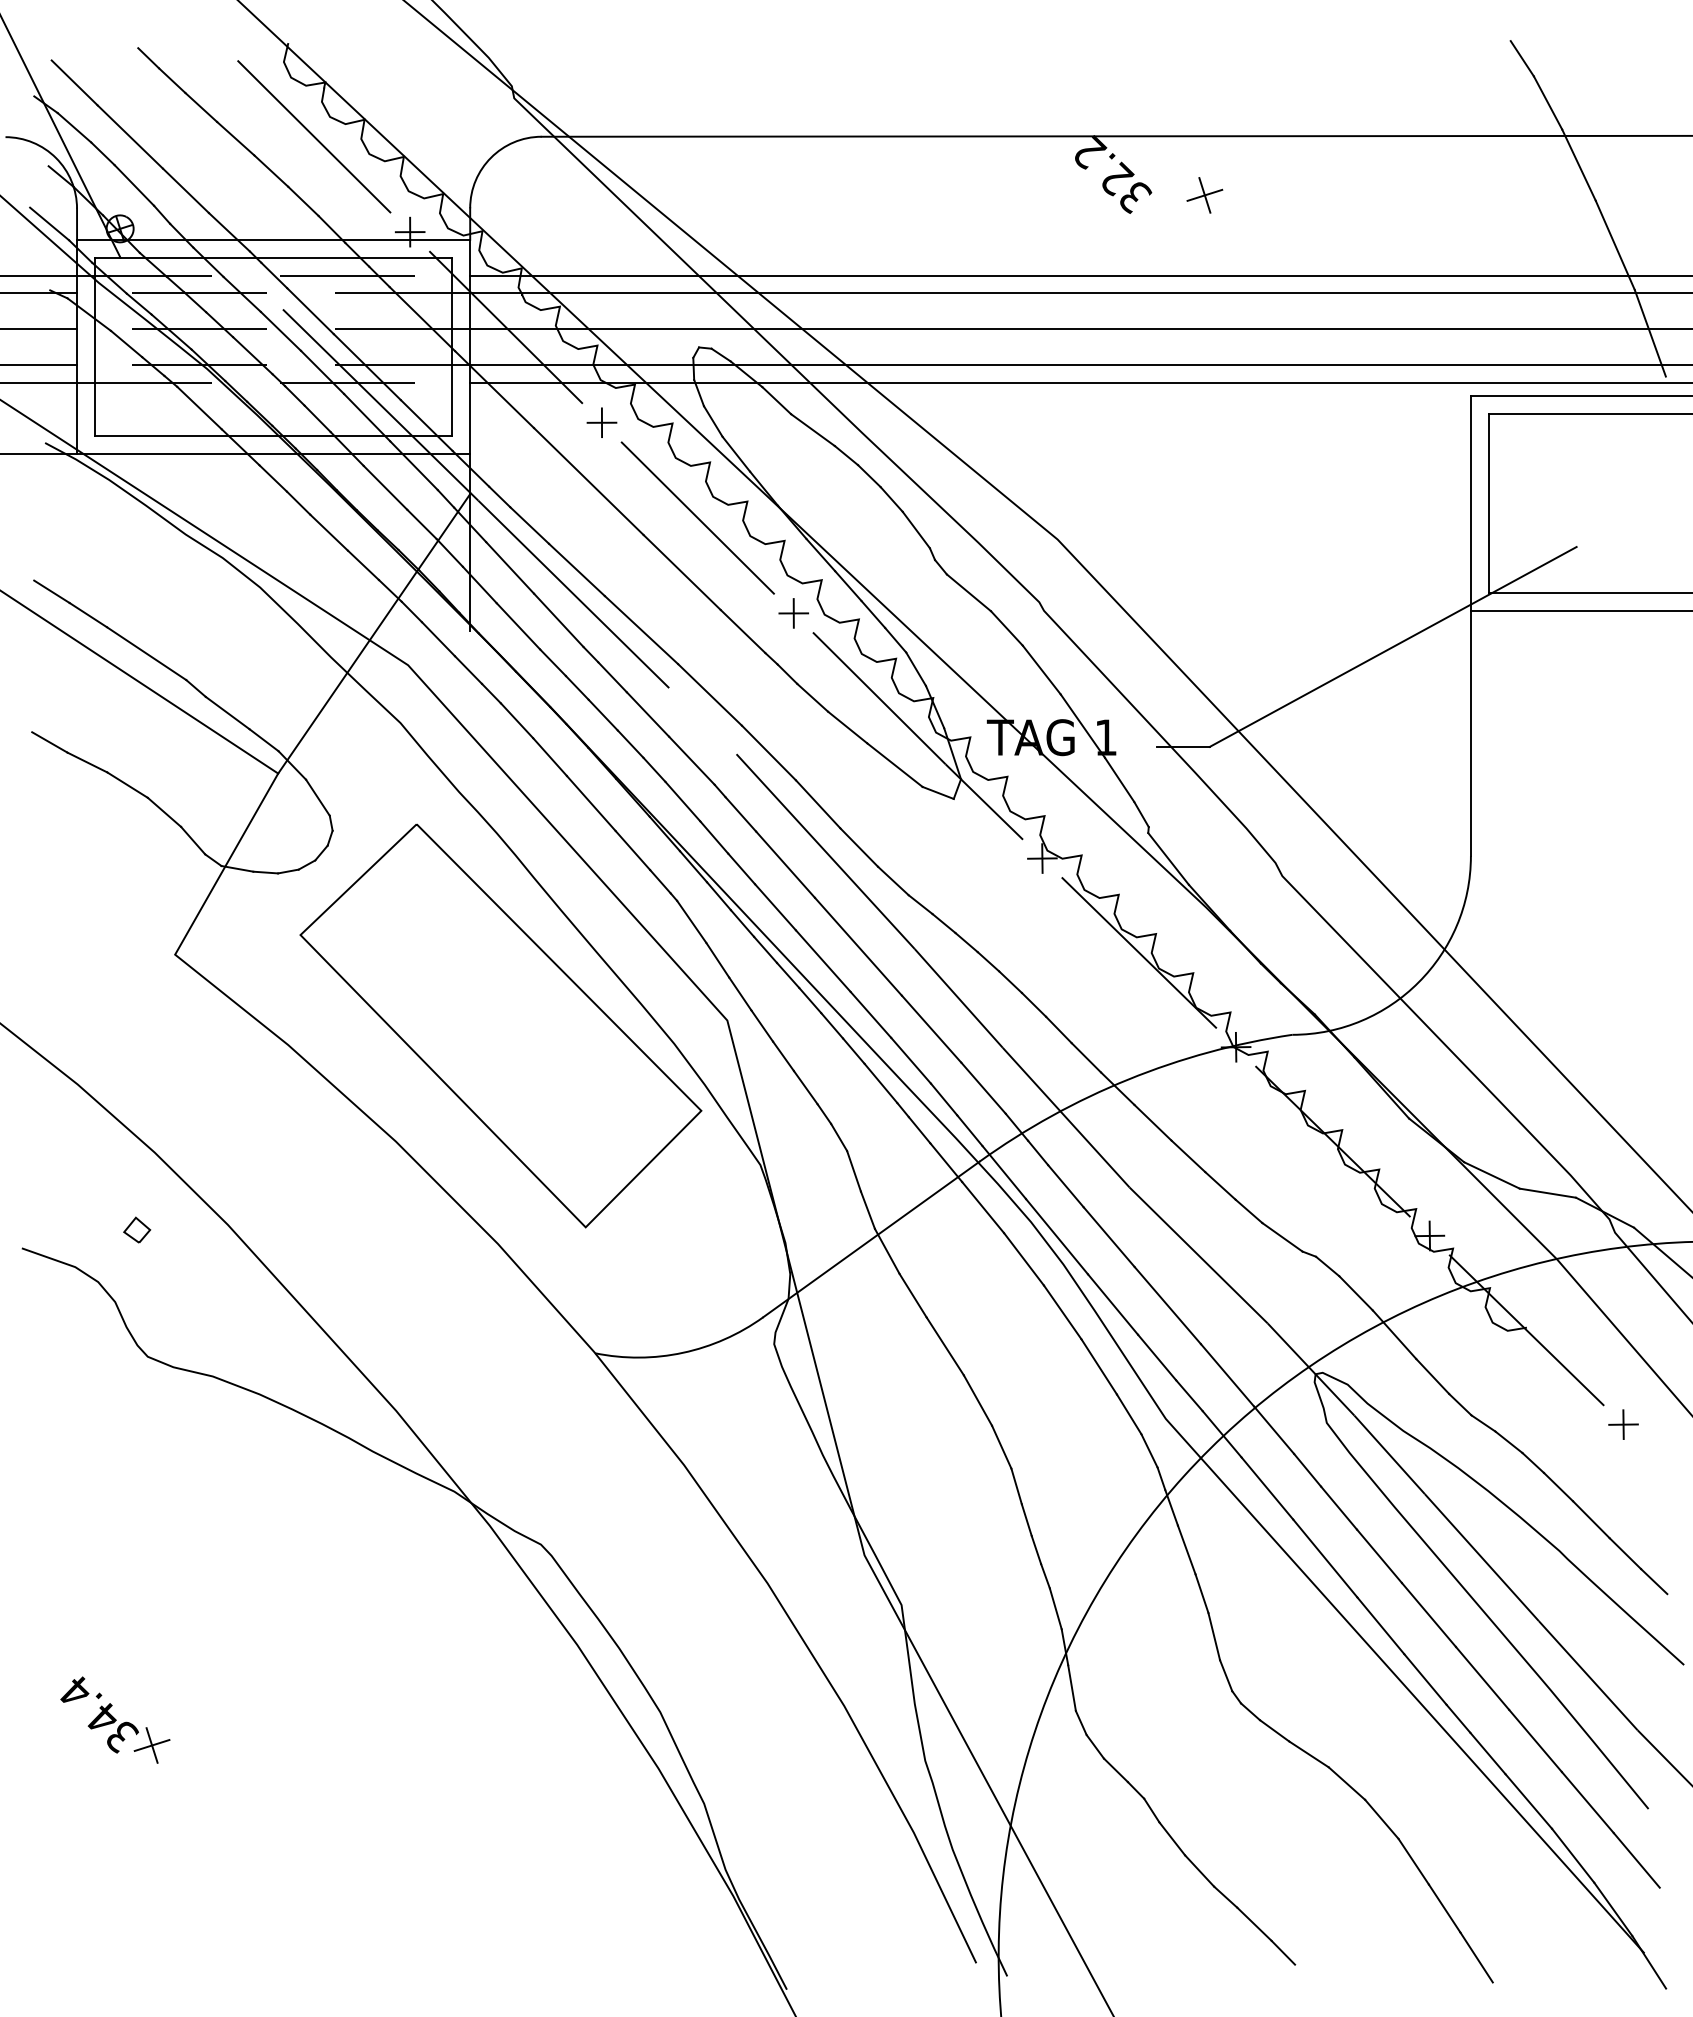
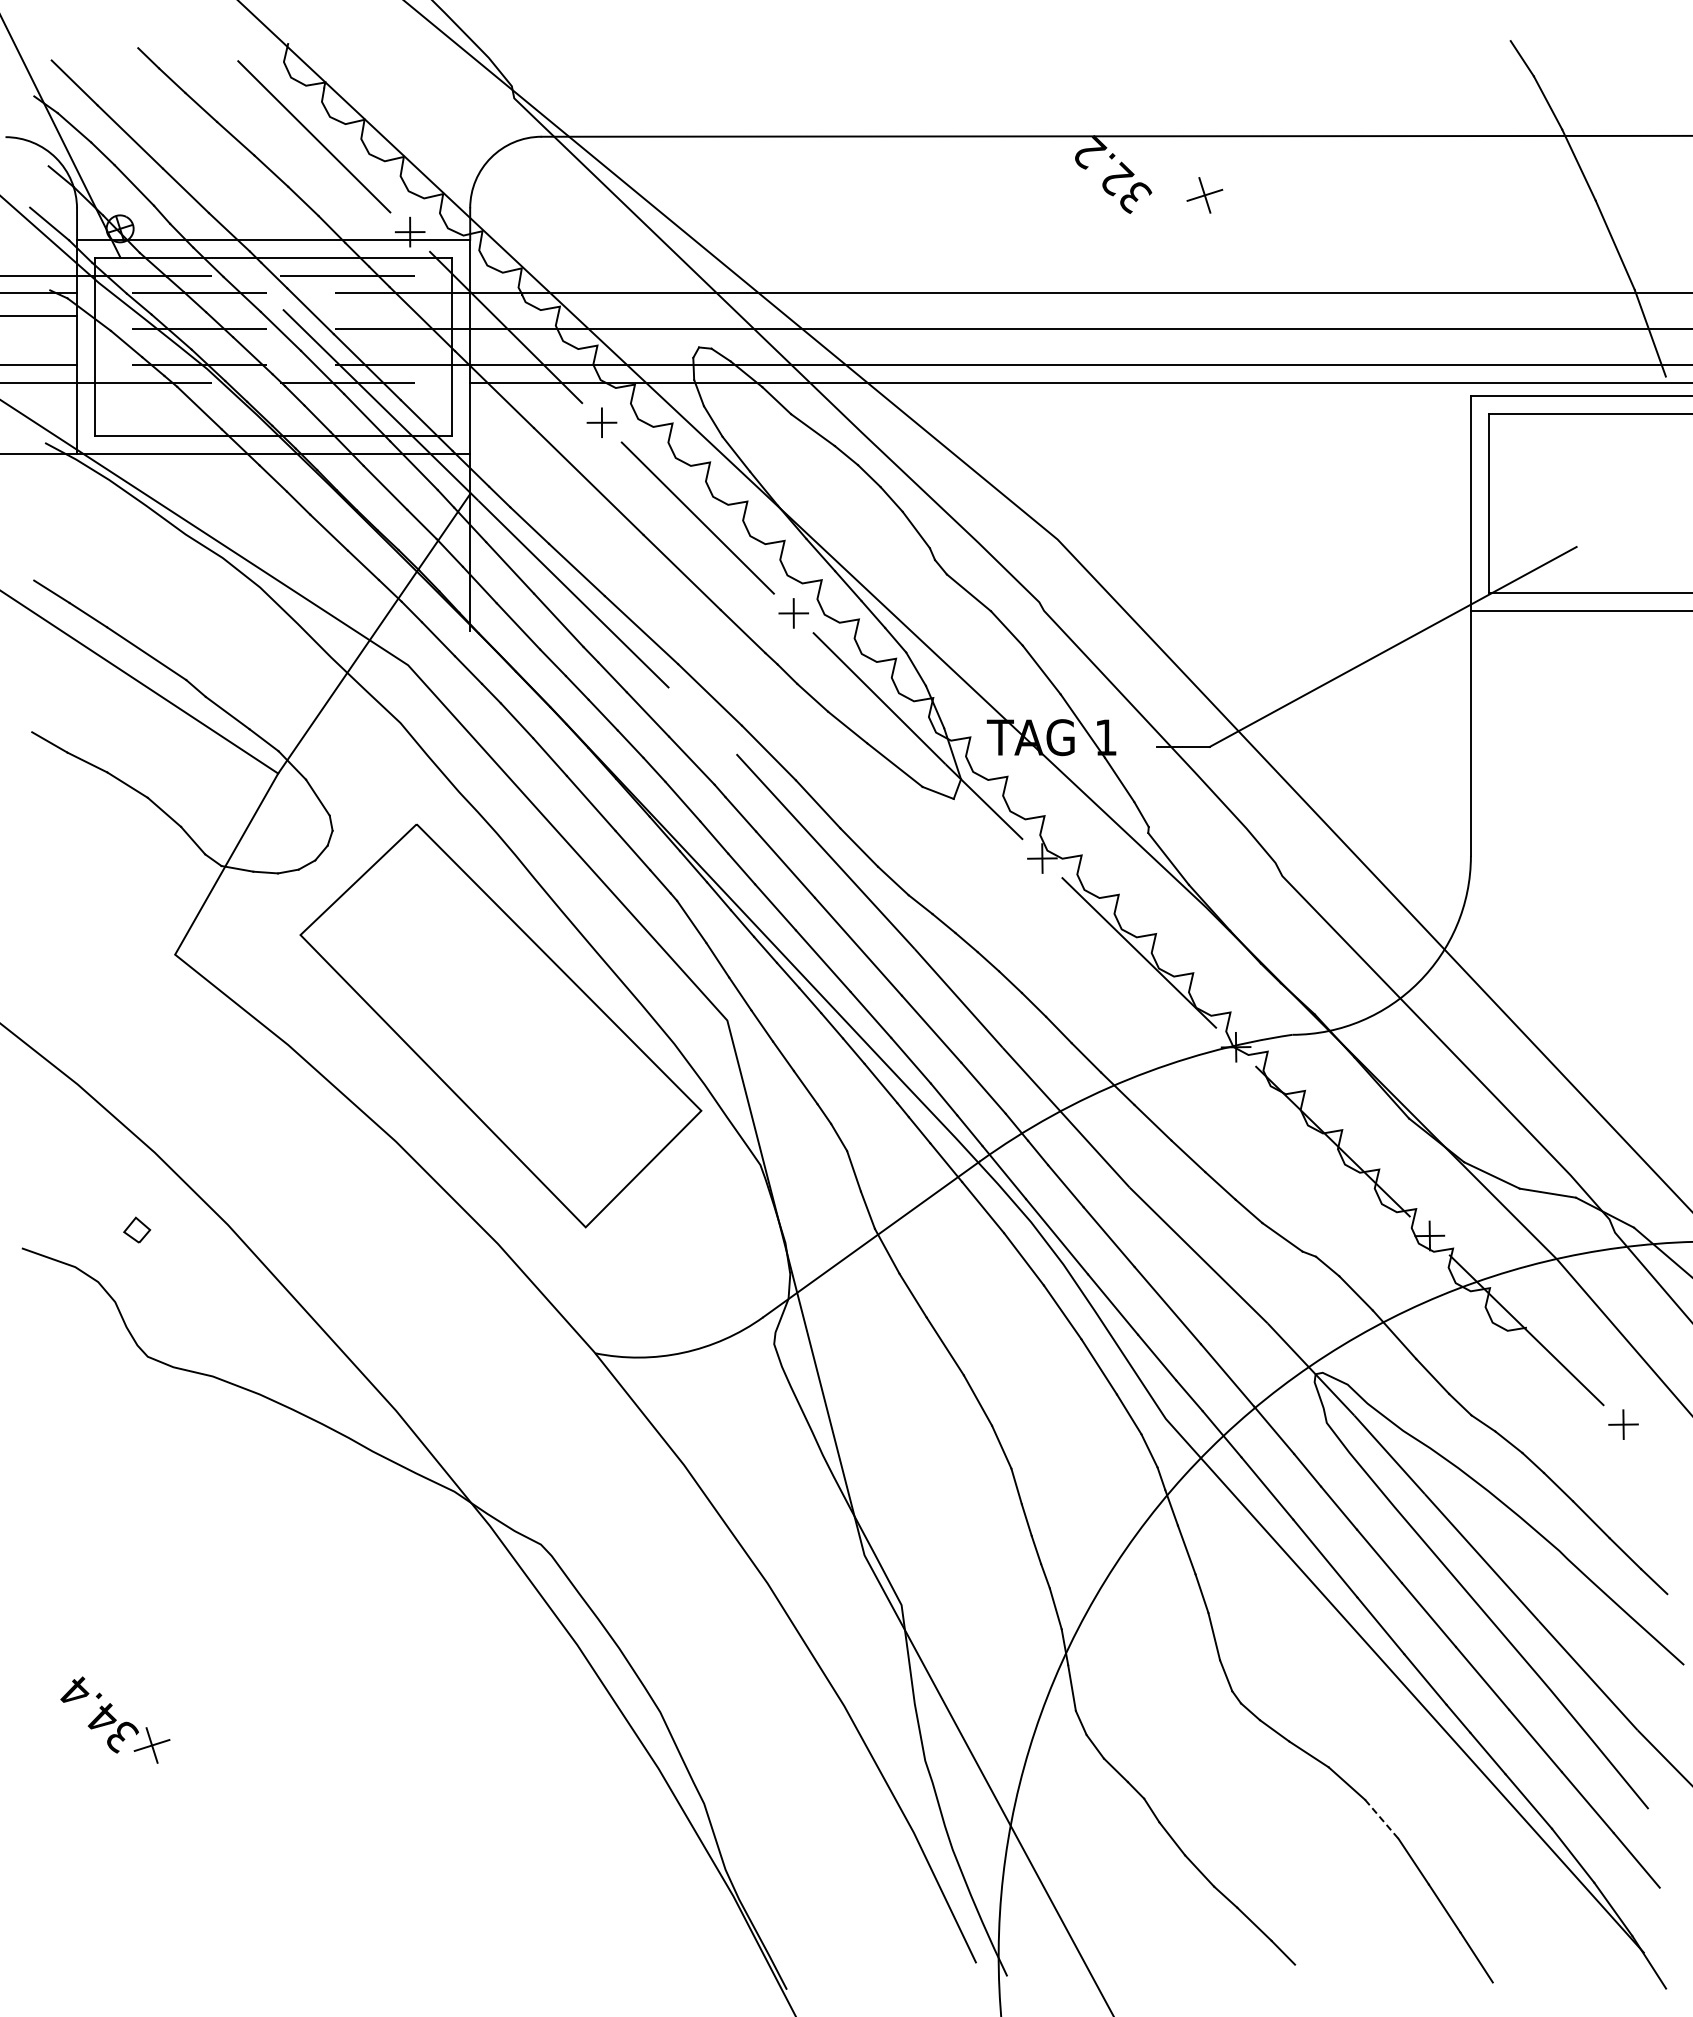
line at (1079, 275): present -> none
line at (39, 329) position: (39, 329) -> (39, 316)
line at (1381, 1819): solid -> dashed
